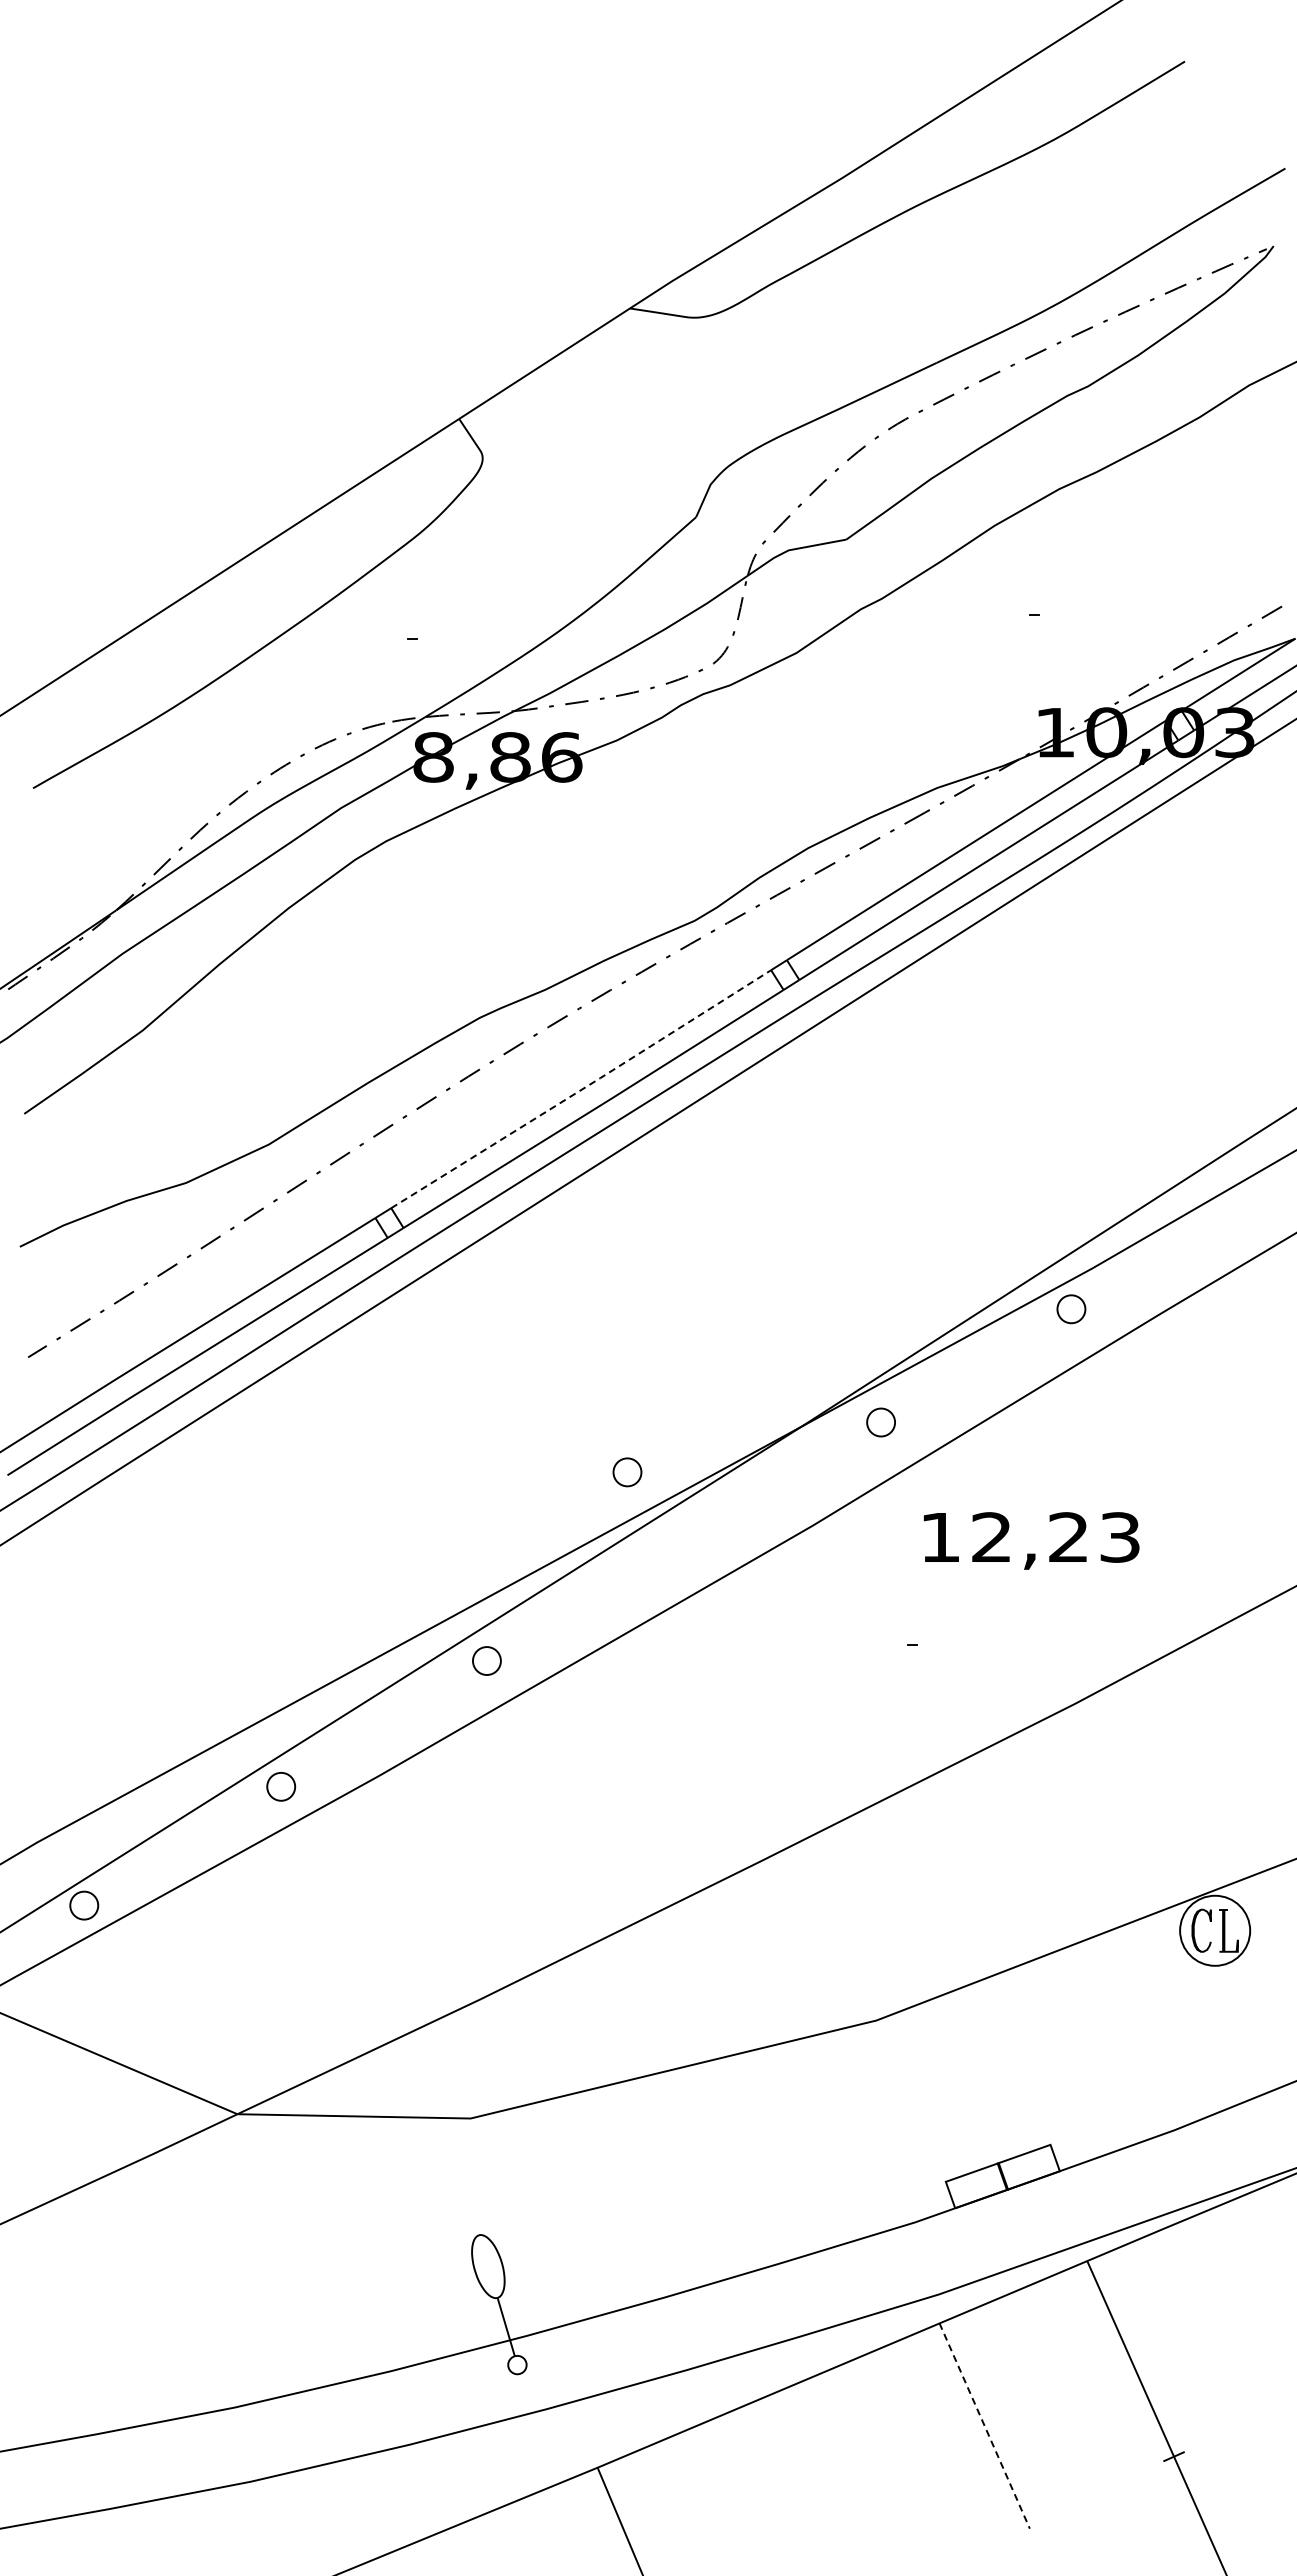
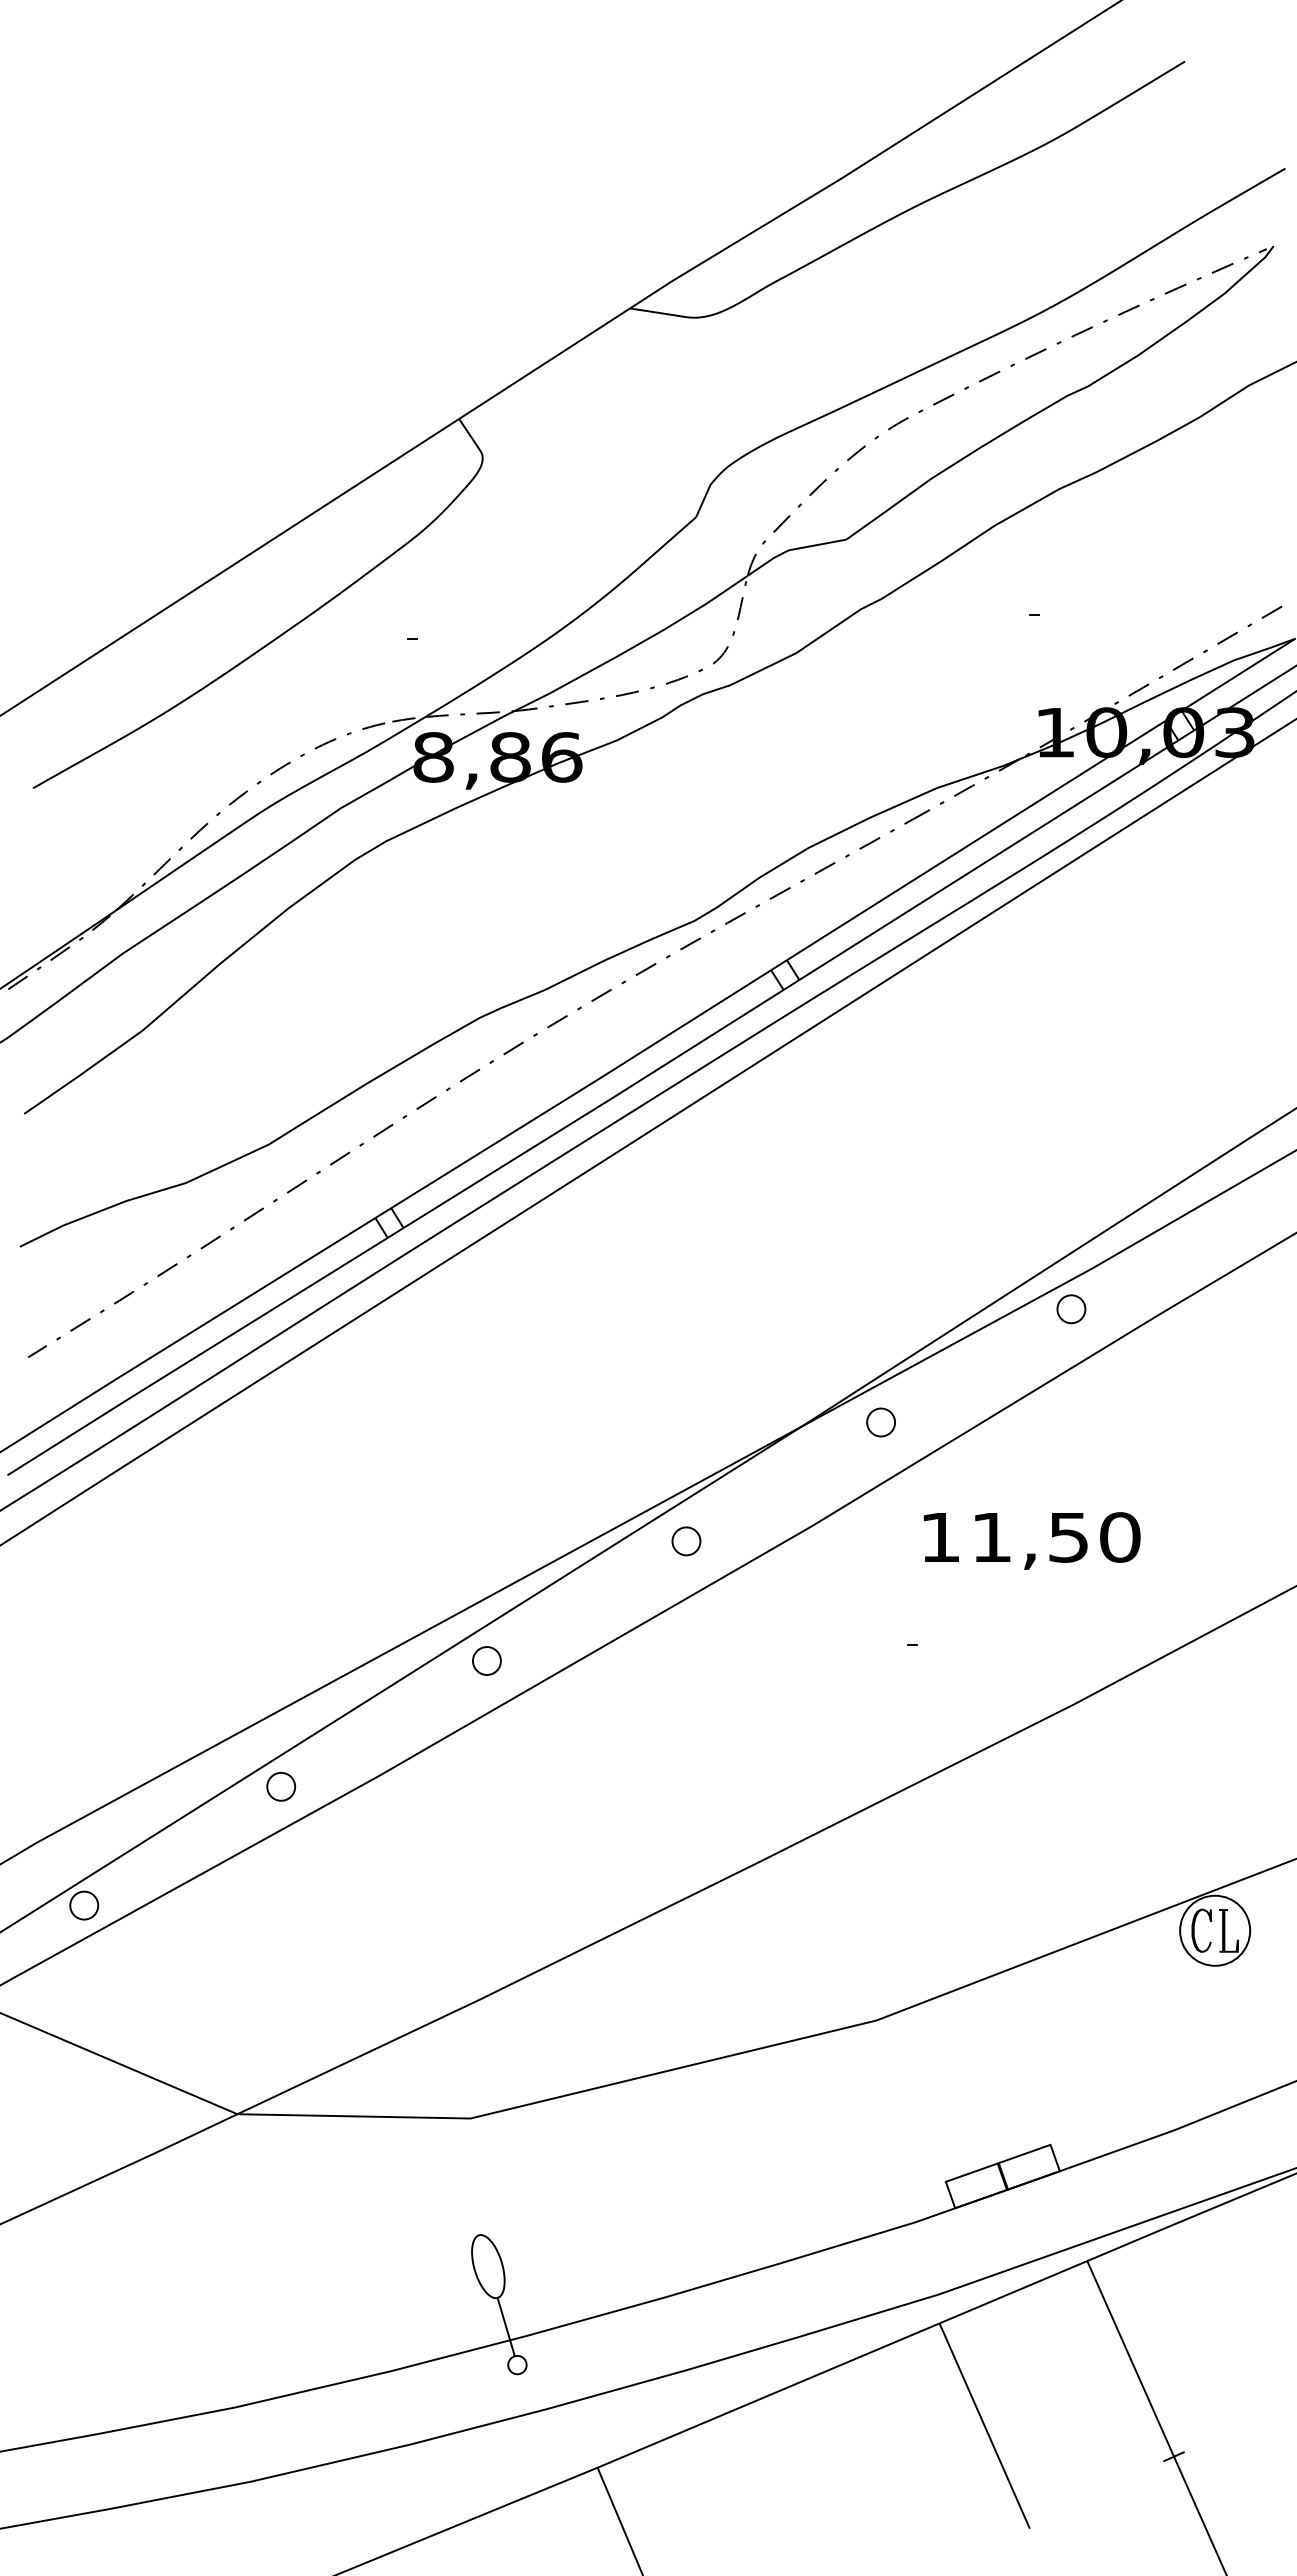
line at (582, 1089): dashed -> solid
part at (627, 1472) position: (627, 1472) -> (686, 1541)
text at (1056, 1537): 12,23 -> 11,50
line at (984, 2426): dashed -> solid
